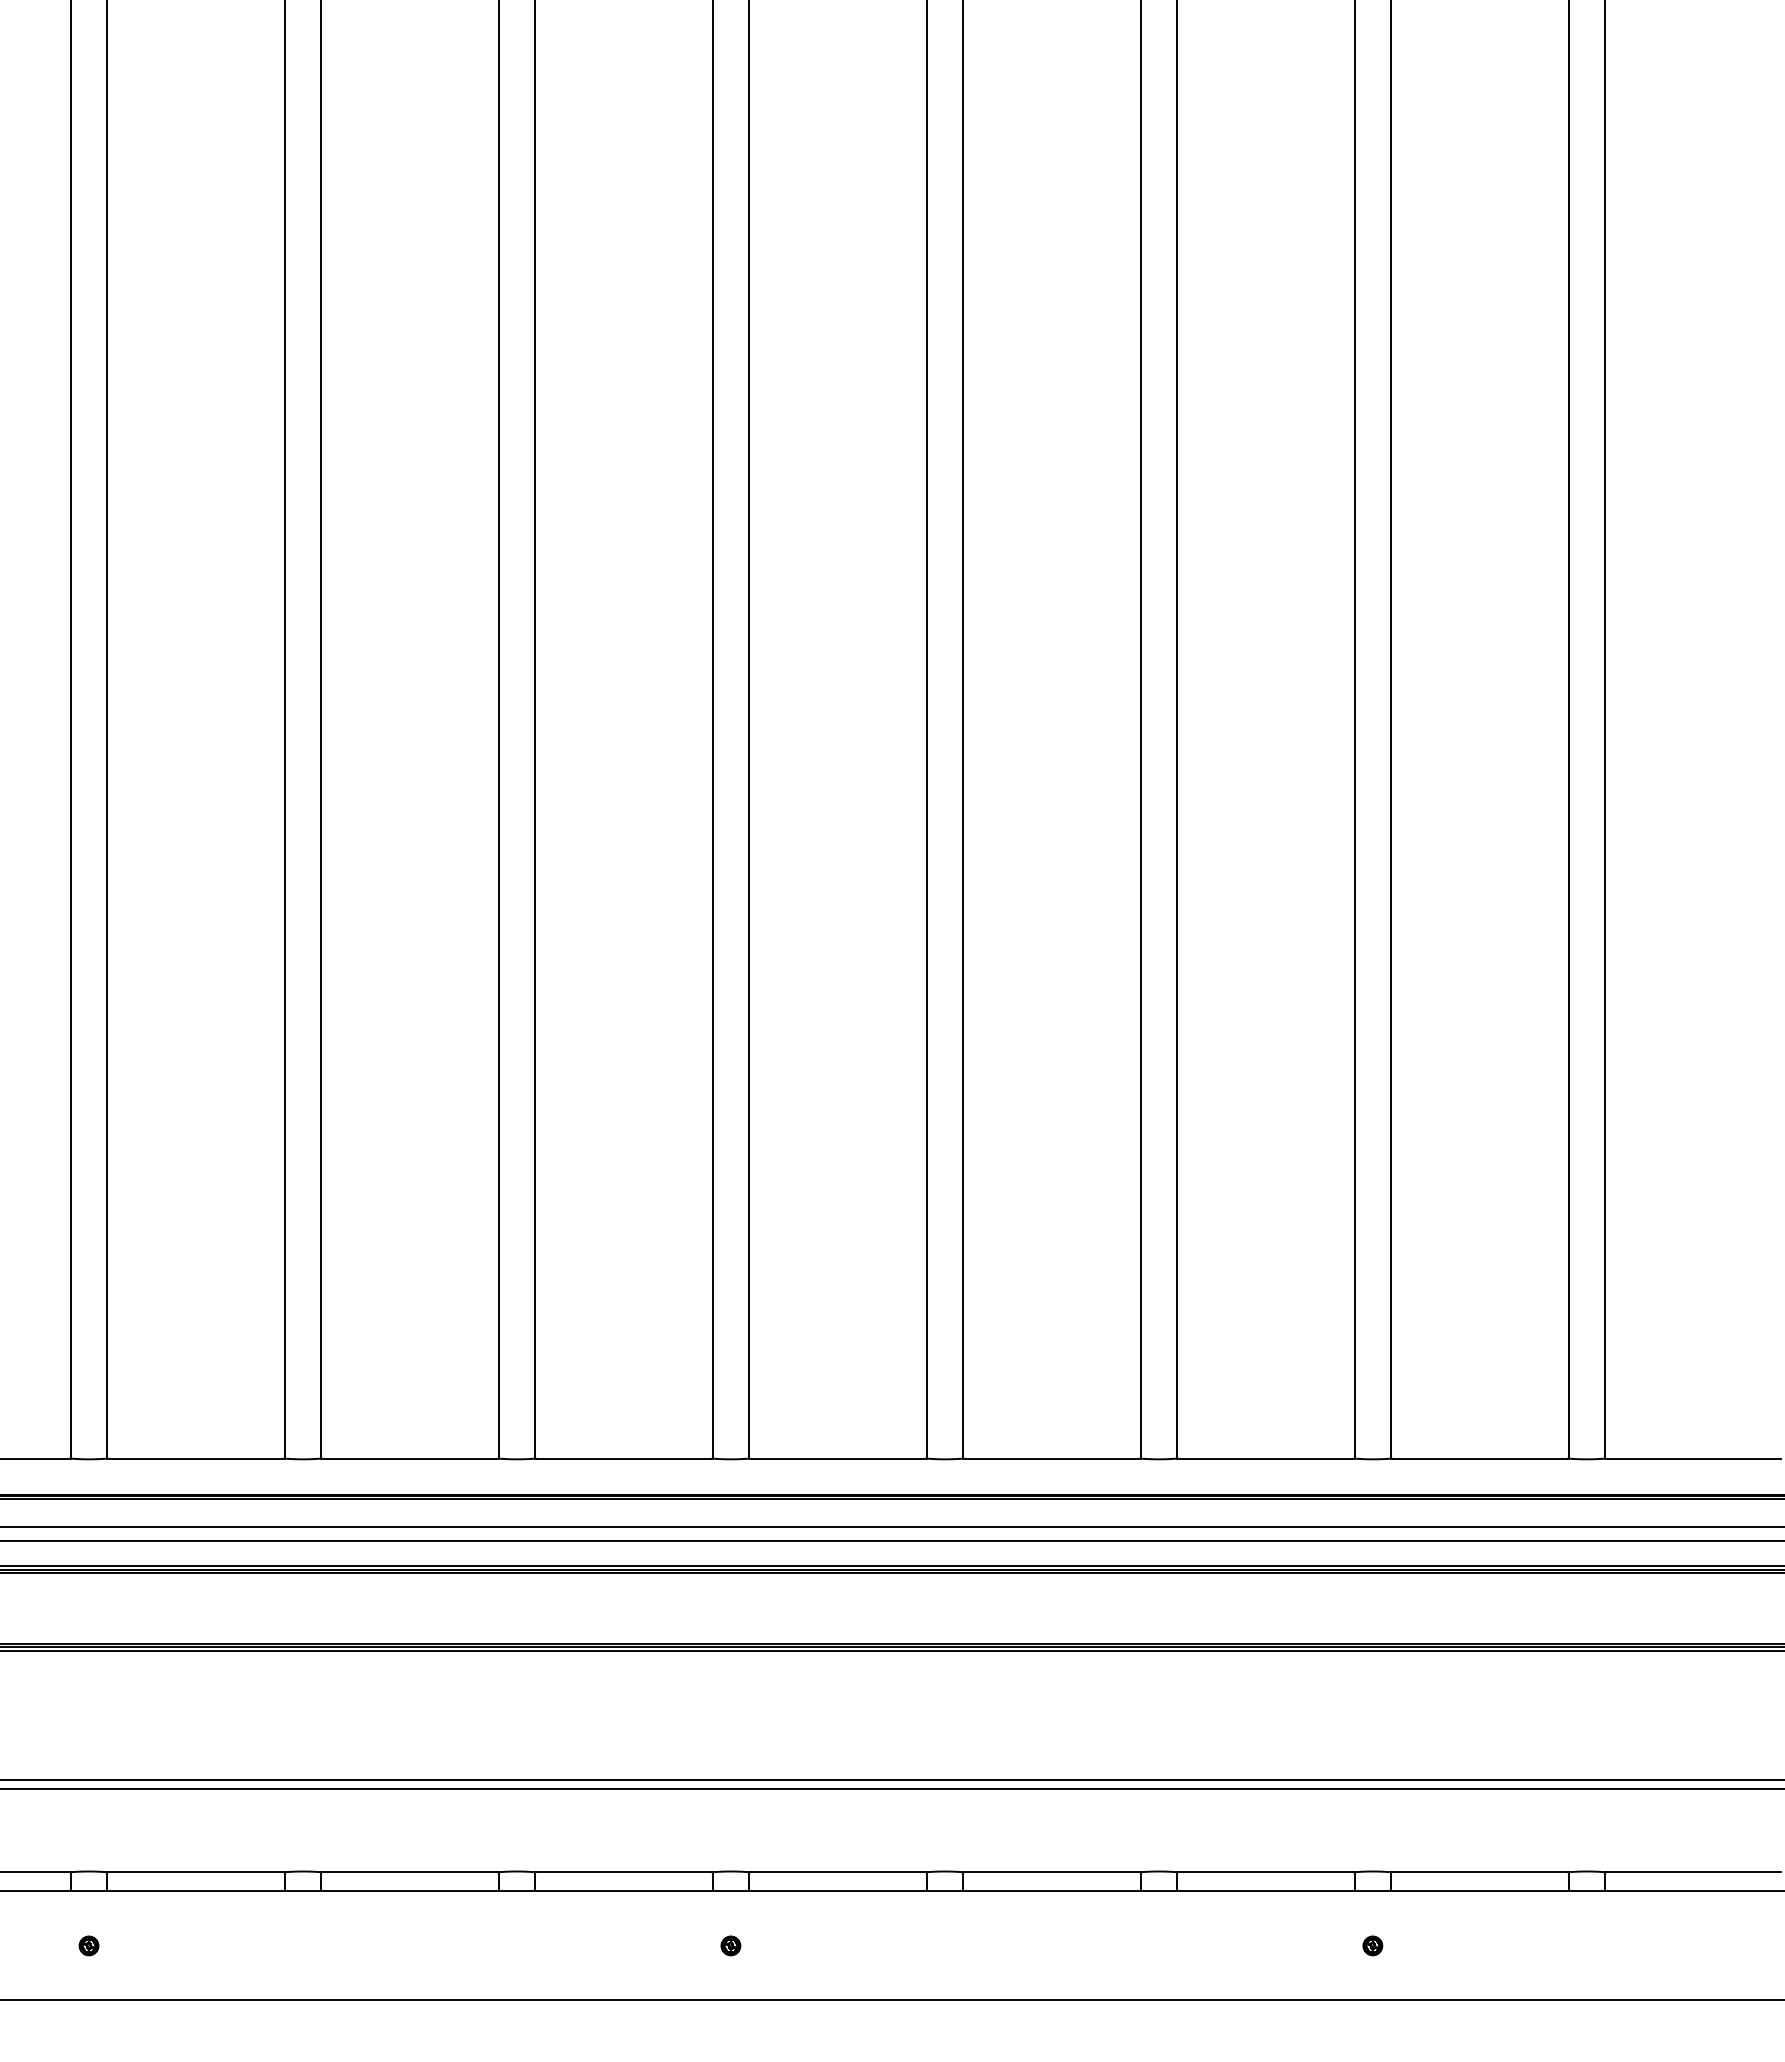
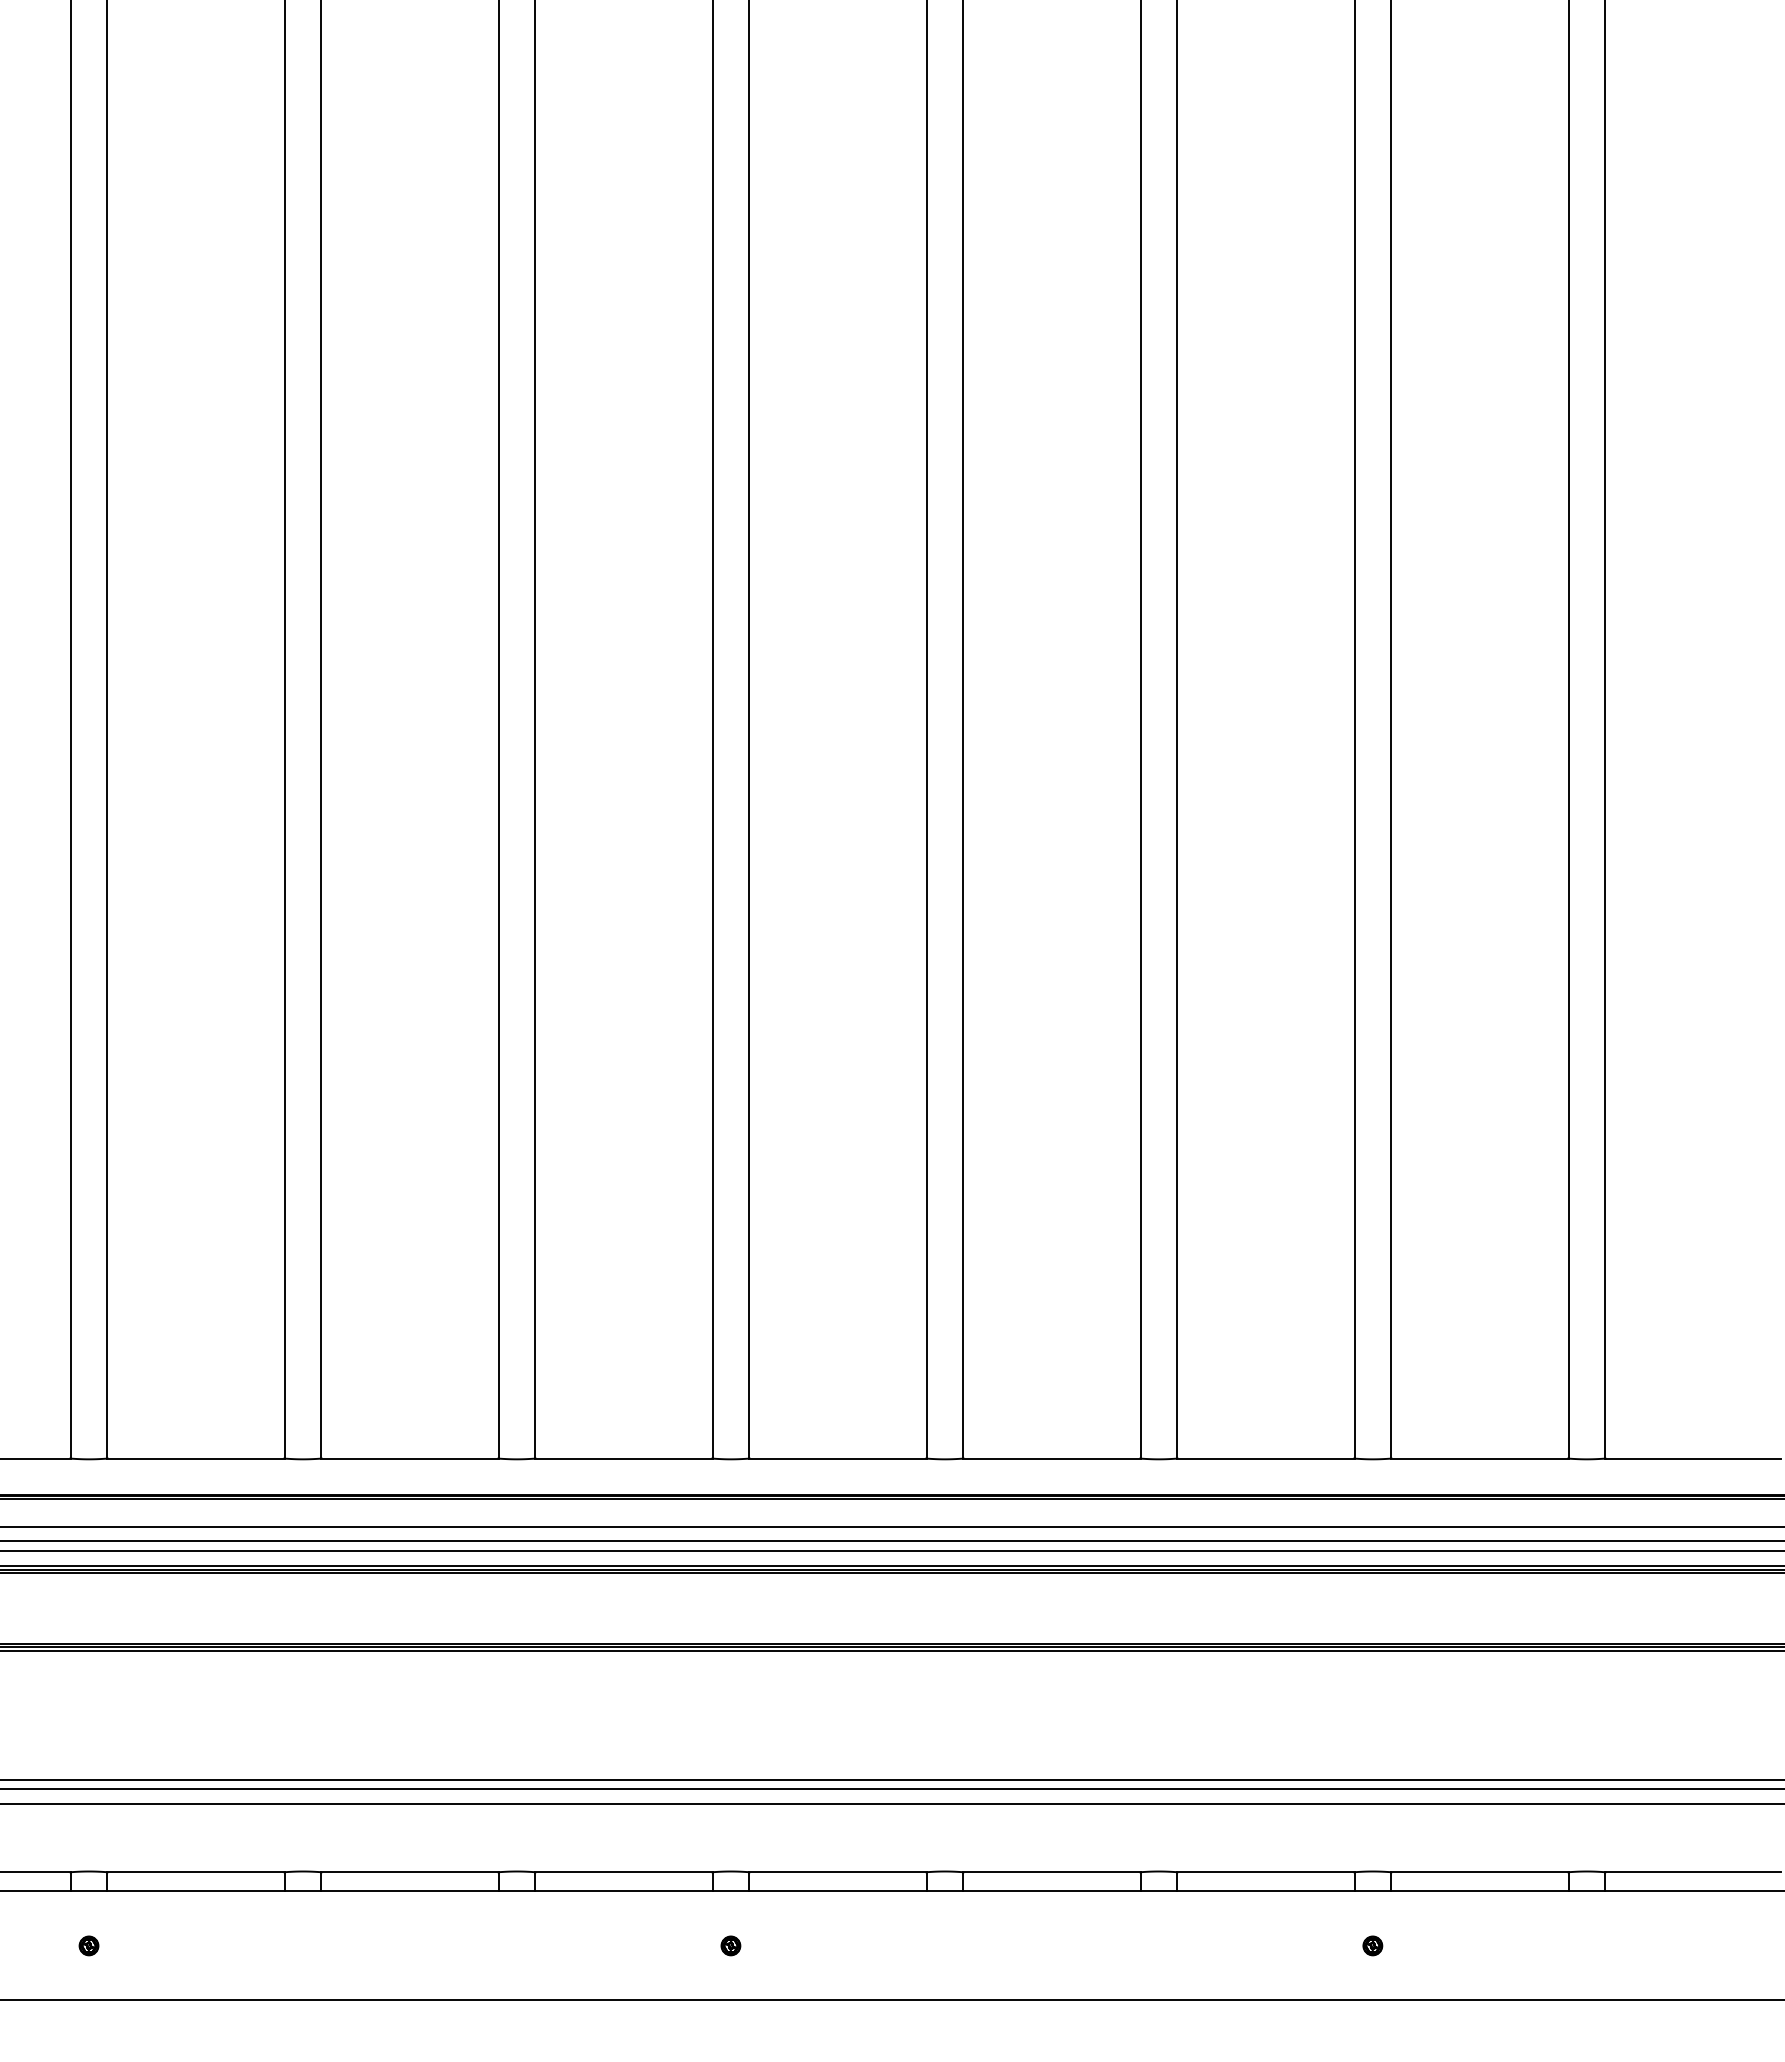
line at (891, 1550): none -> present
line at (891, 1803): none -> present
